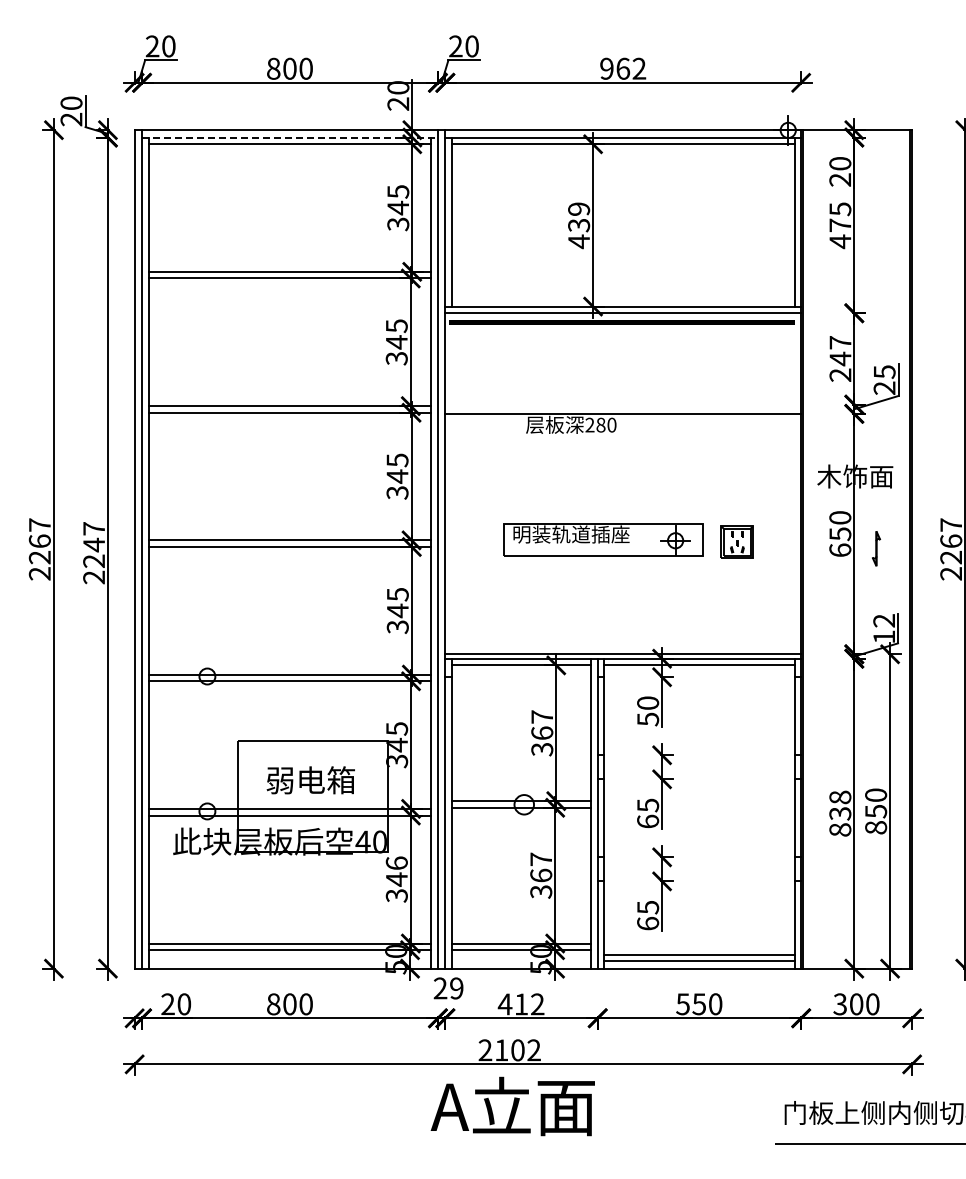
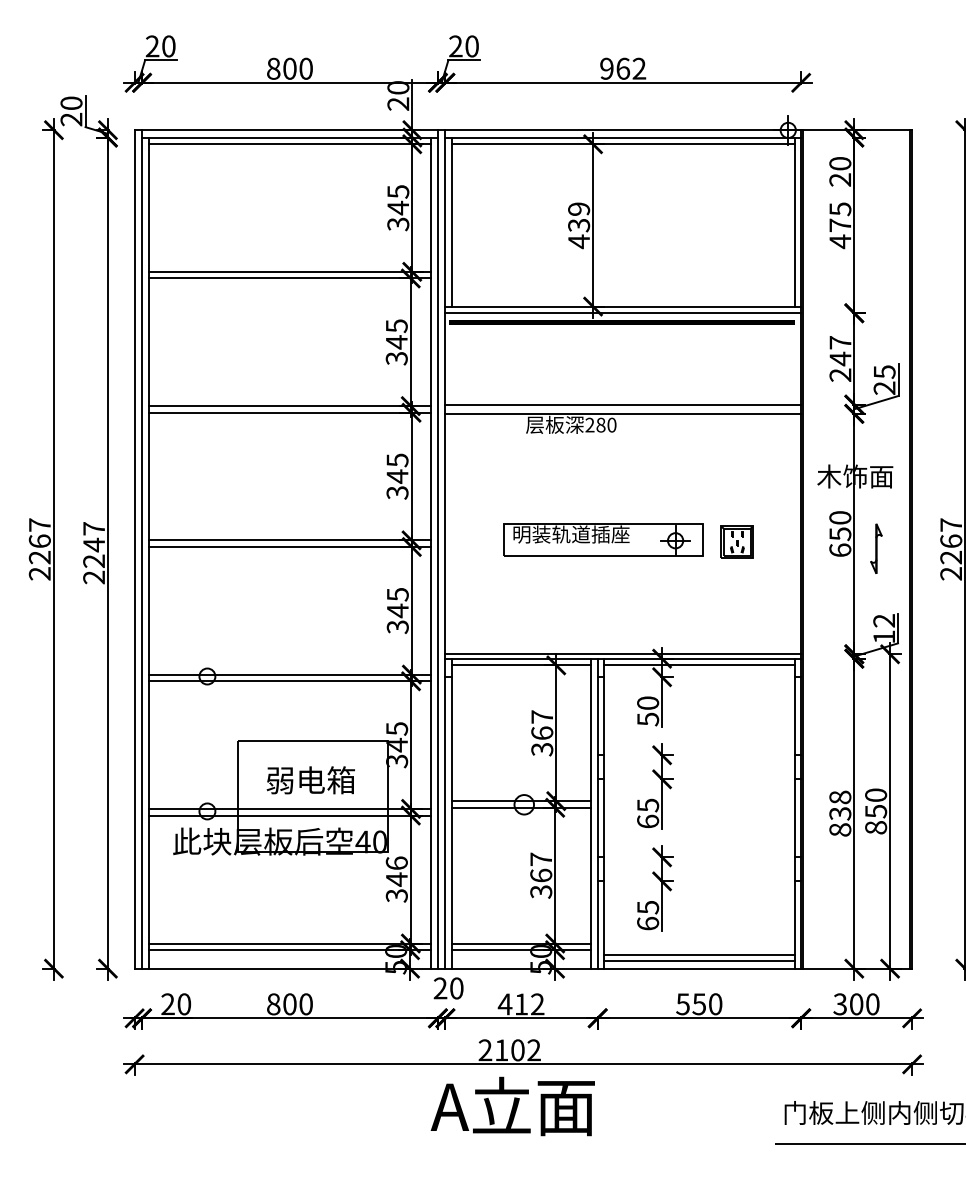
line at (290, 137): dashed -> solid
line at (623, 404): none -> present
part at (876, 548) size: 10x36 px -> 13x51 px
text at (456, 988): 29 -> 20
